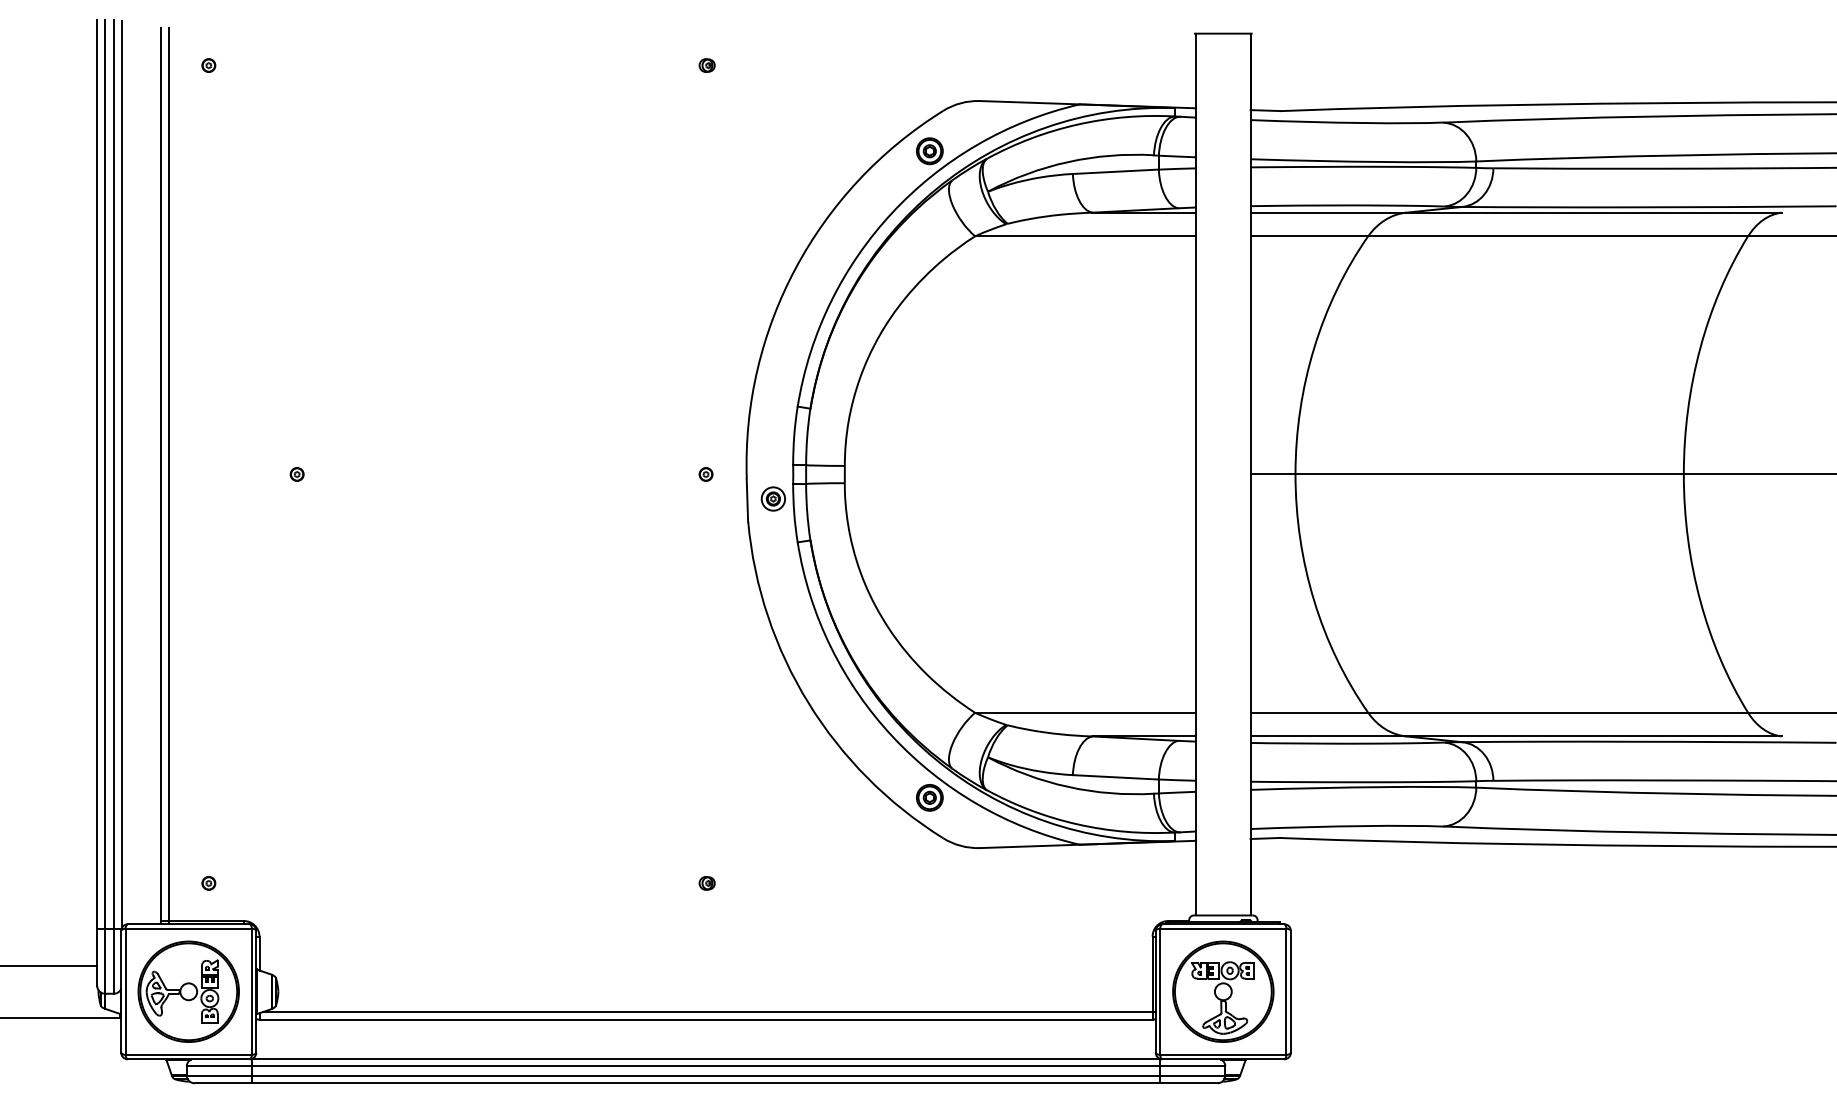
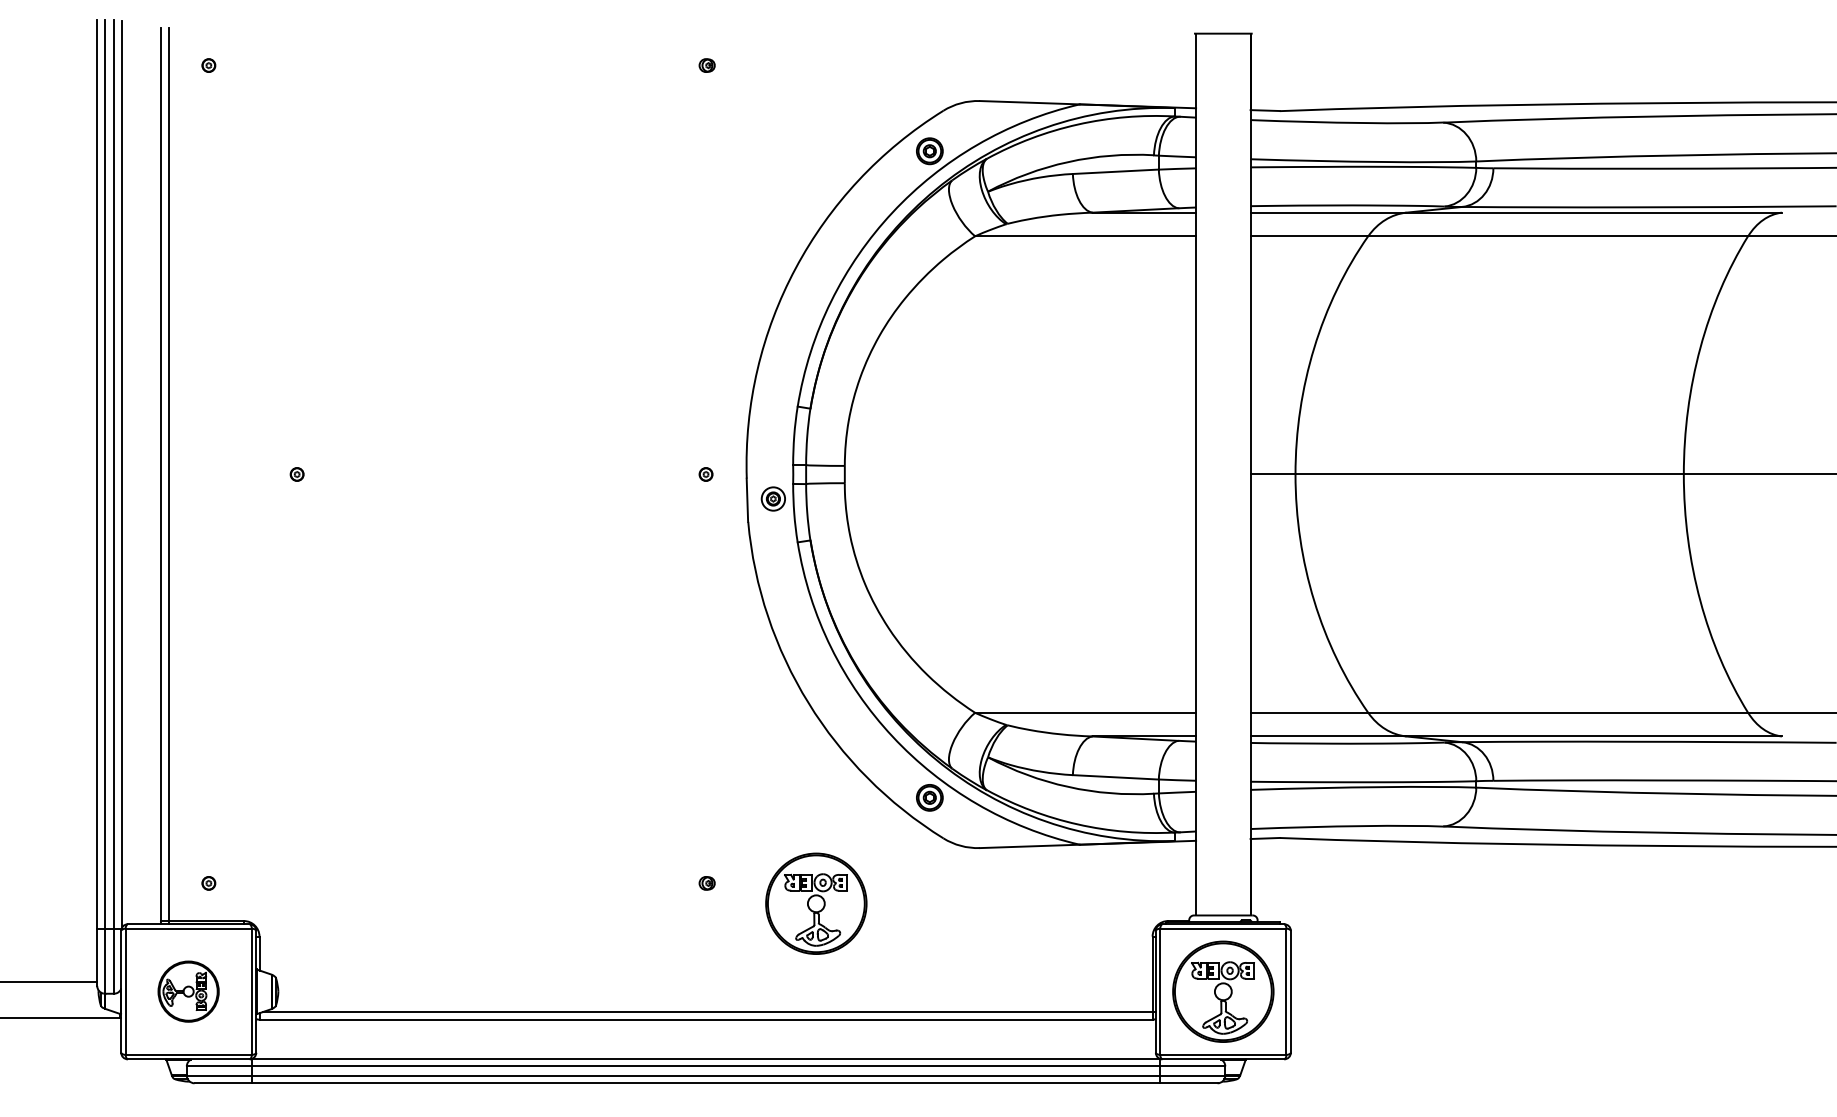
part at (816, 903): none -> present
line at (49, 965) position: (49, 965) -> (49, 981)
part at (188, 991) size: 103x103 px -> 63x63 px
